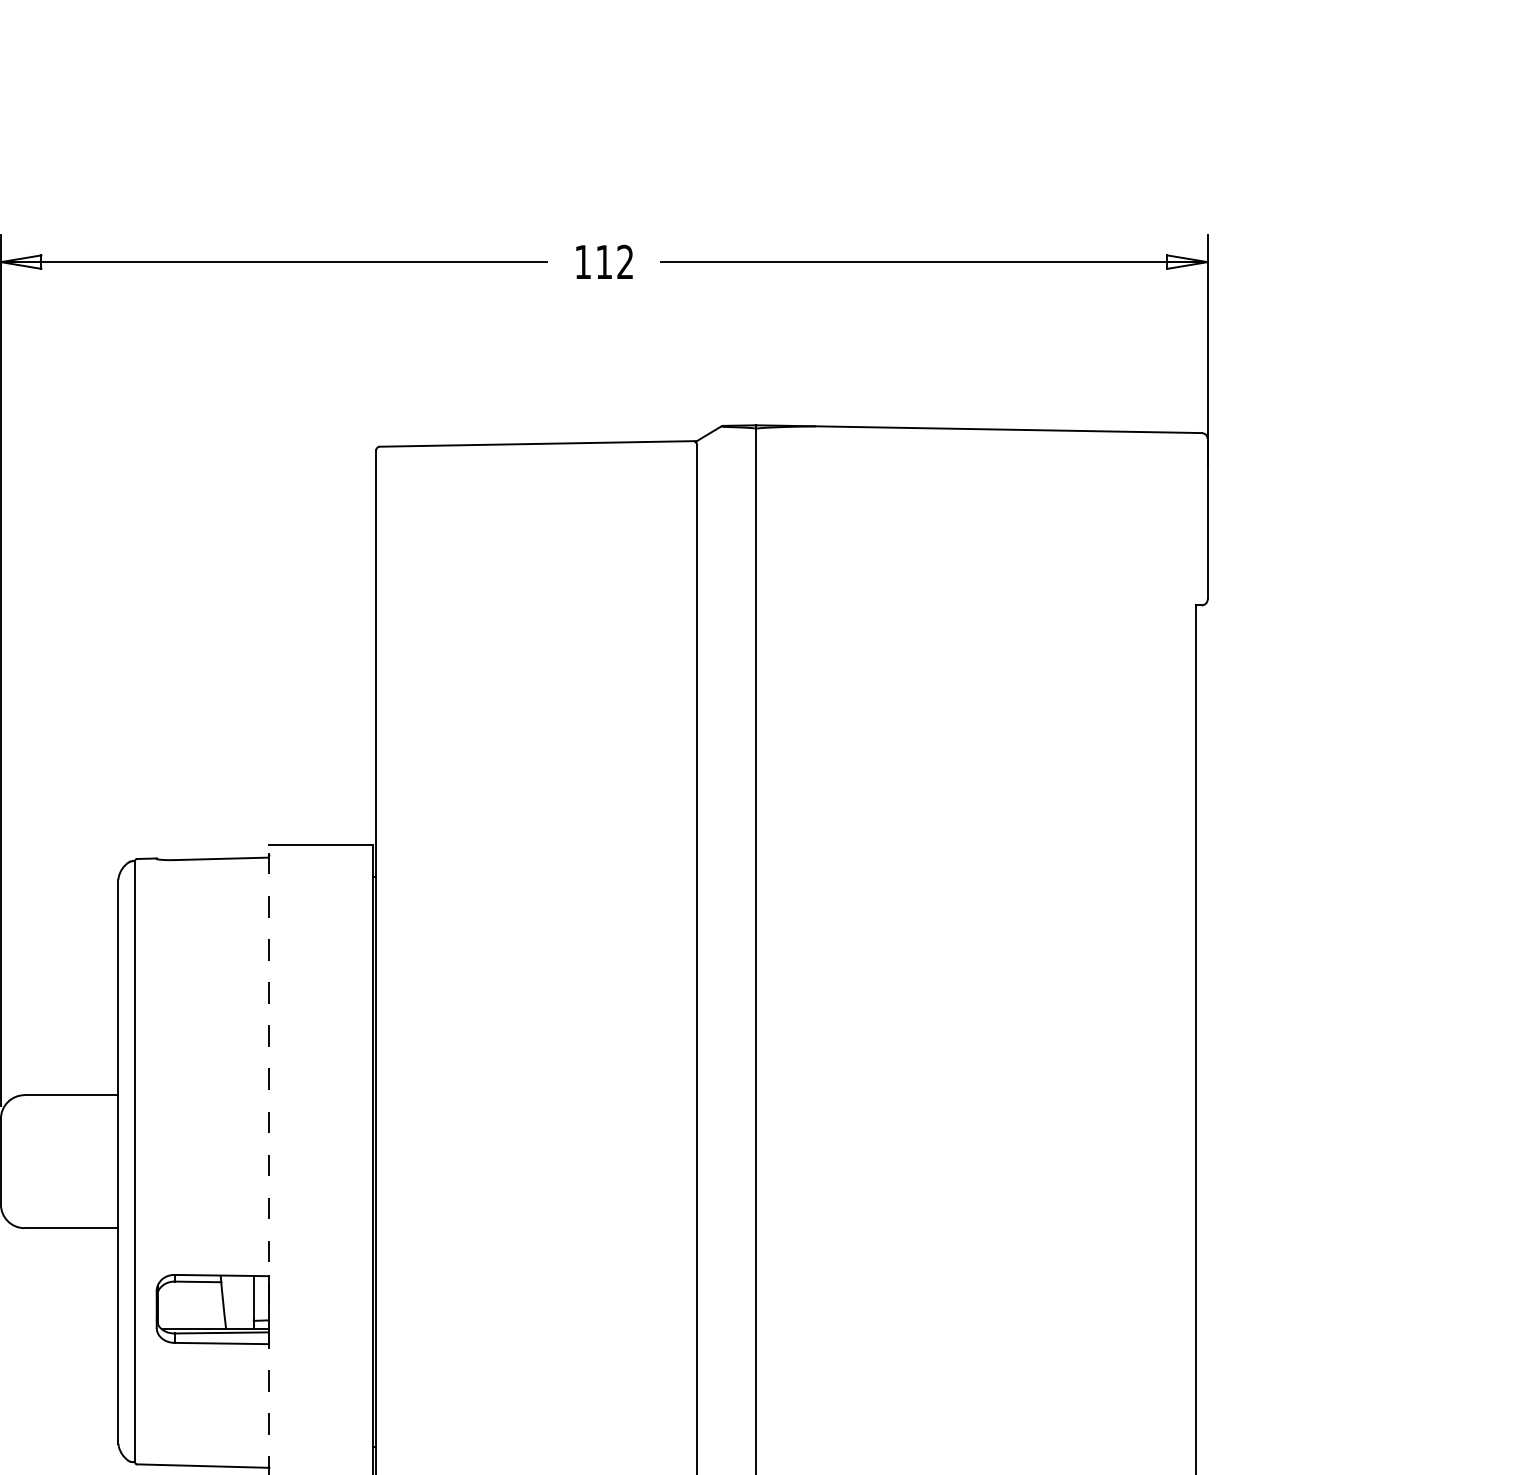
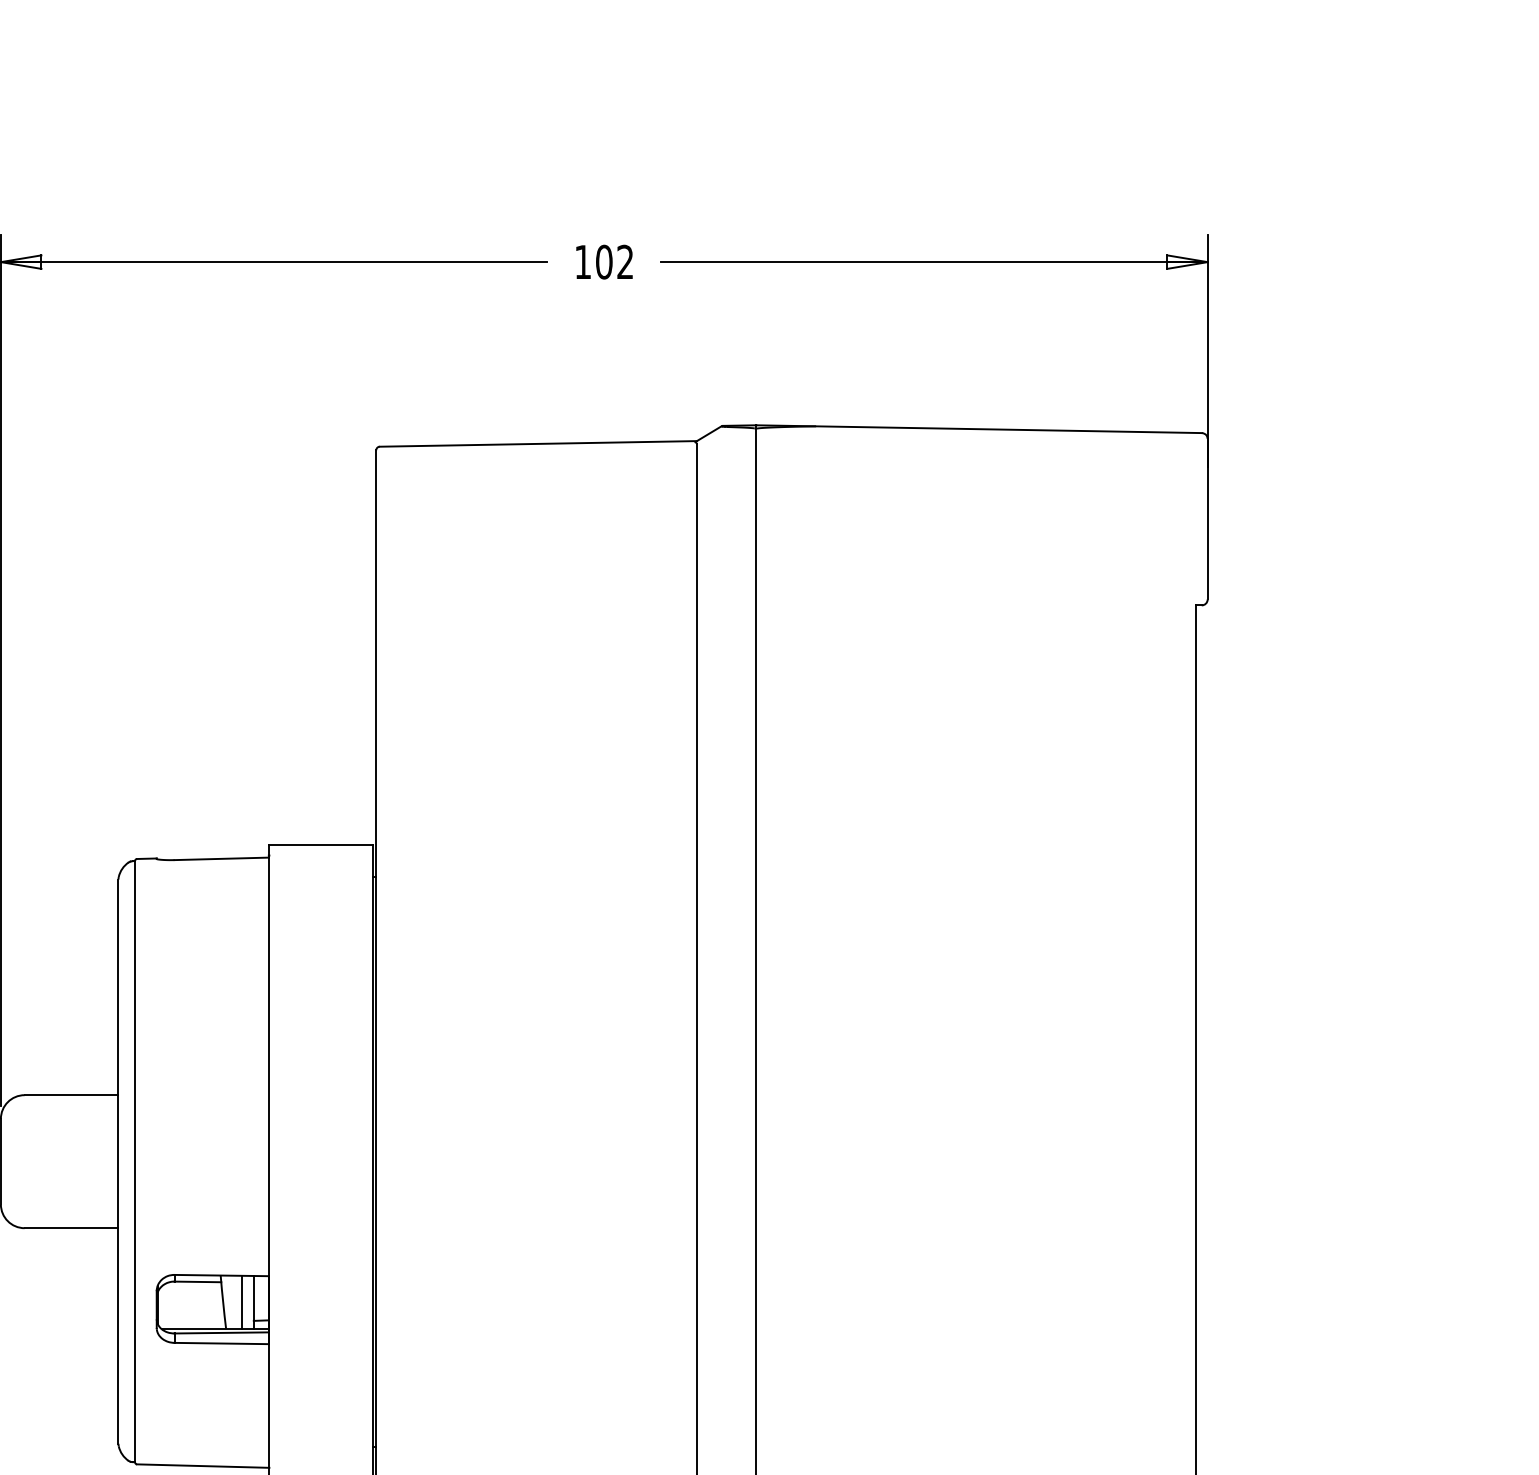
text at (604, 261): 112 -> 102
line at (269, 1159): dashed -> solid
line at (241, 1302): none -> present
